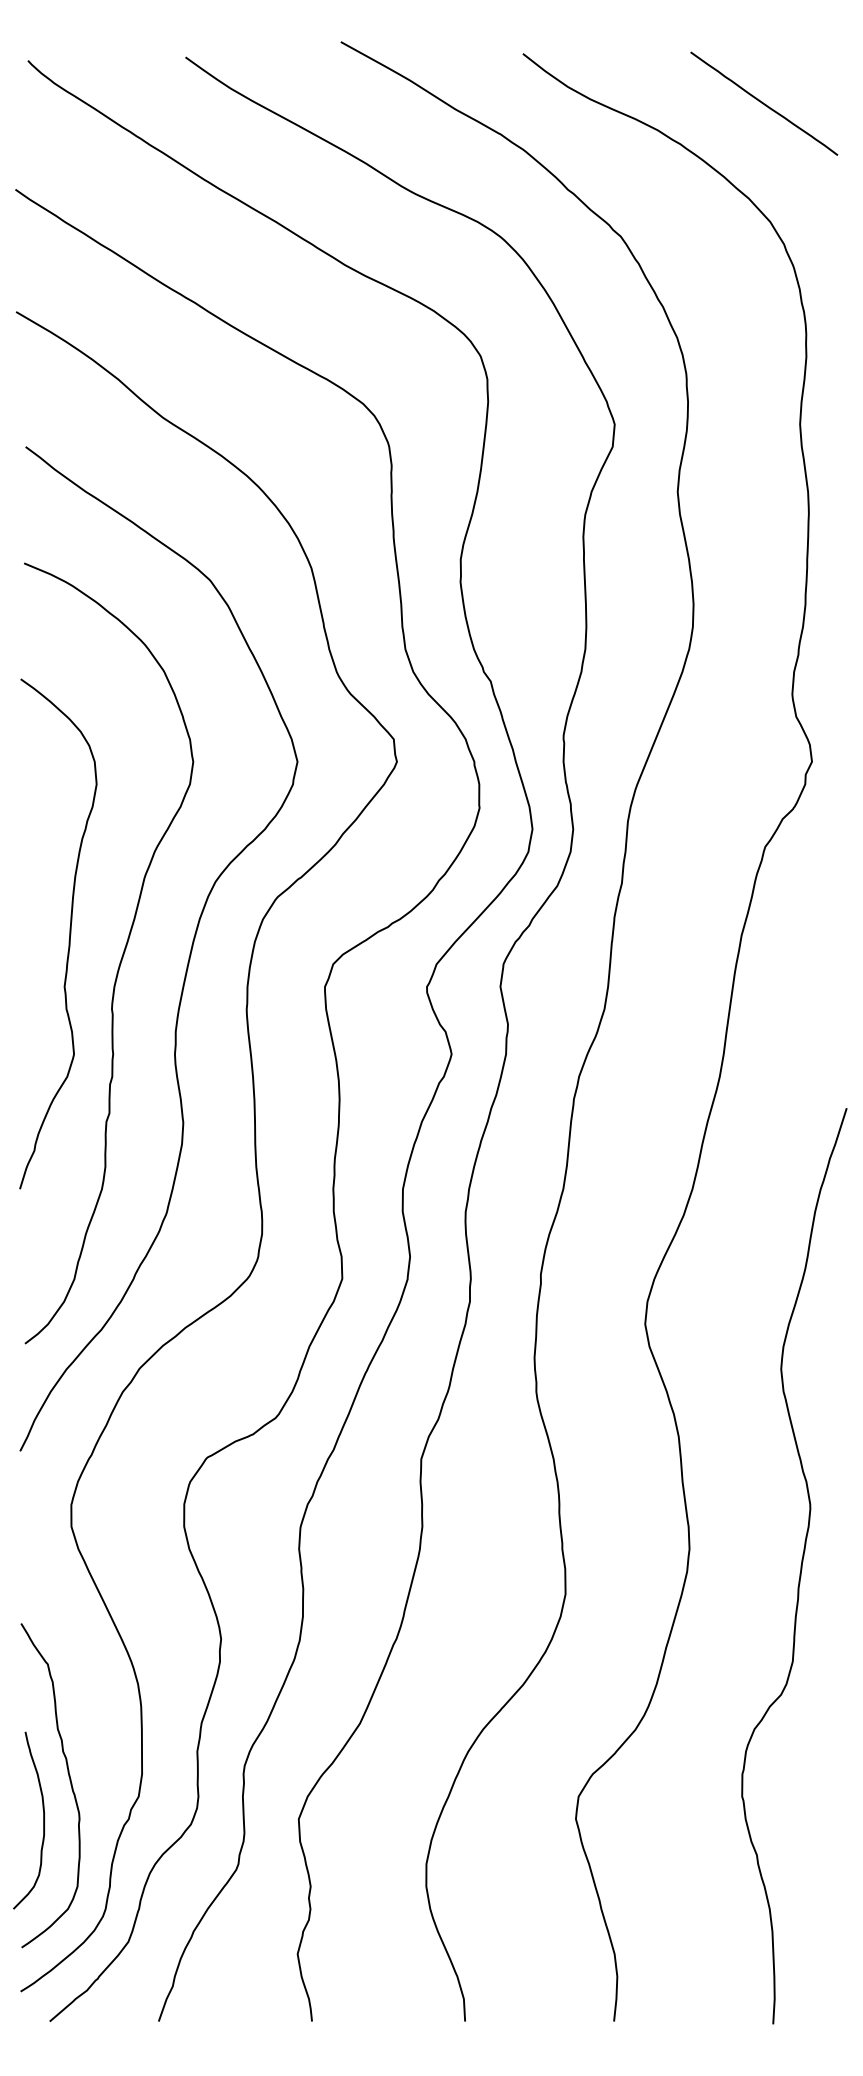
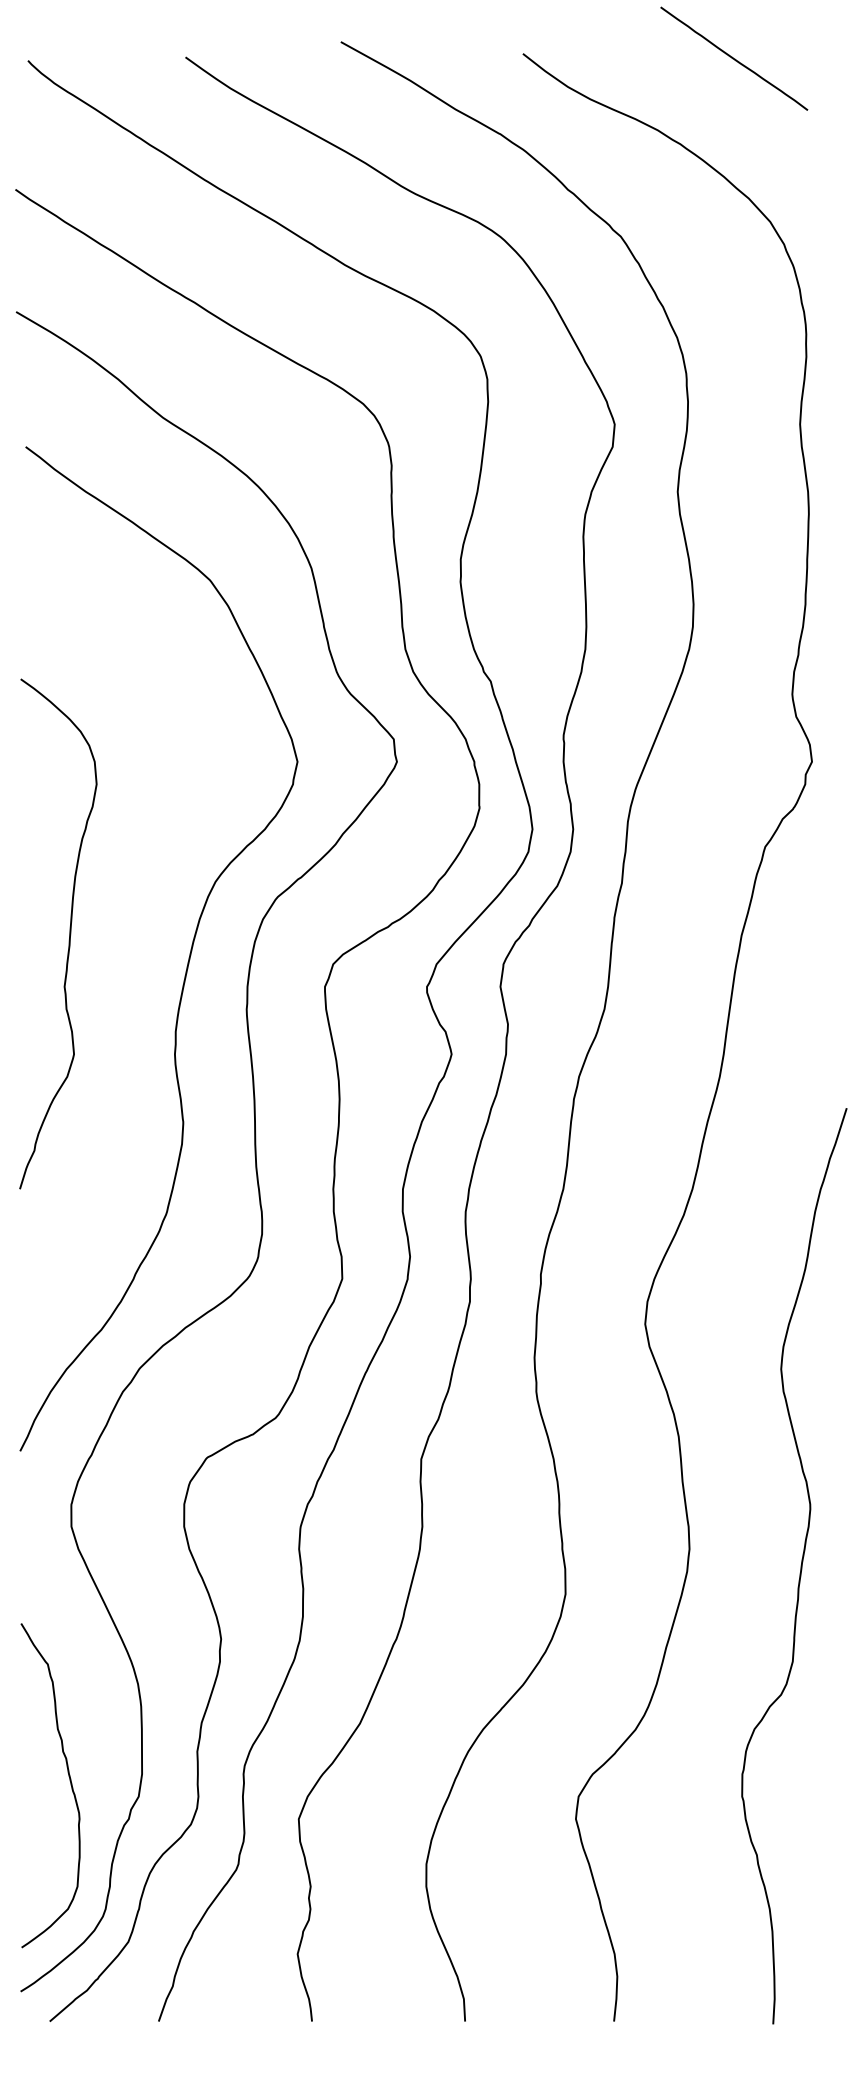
line at (764, 103) position: (764, 103) -> (734, 58)
curve at (121, 956): present -> none
curve at (43, 1820): present -> none
